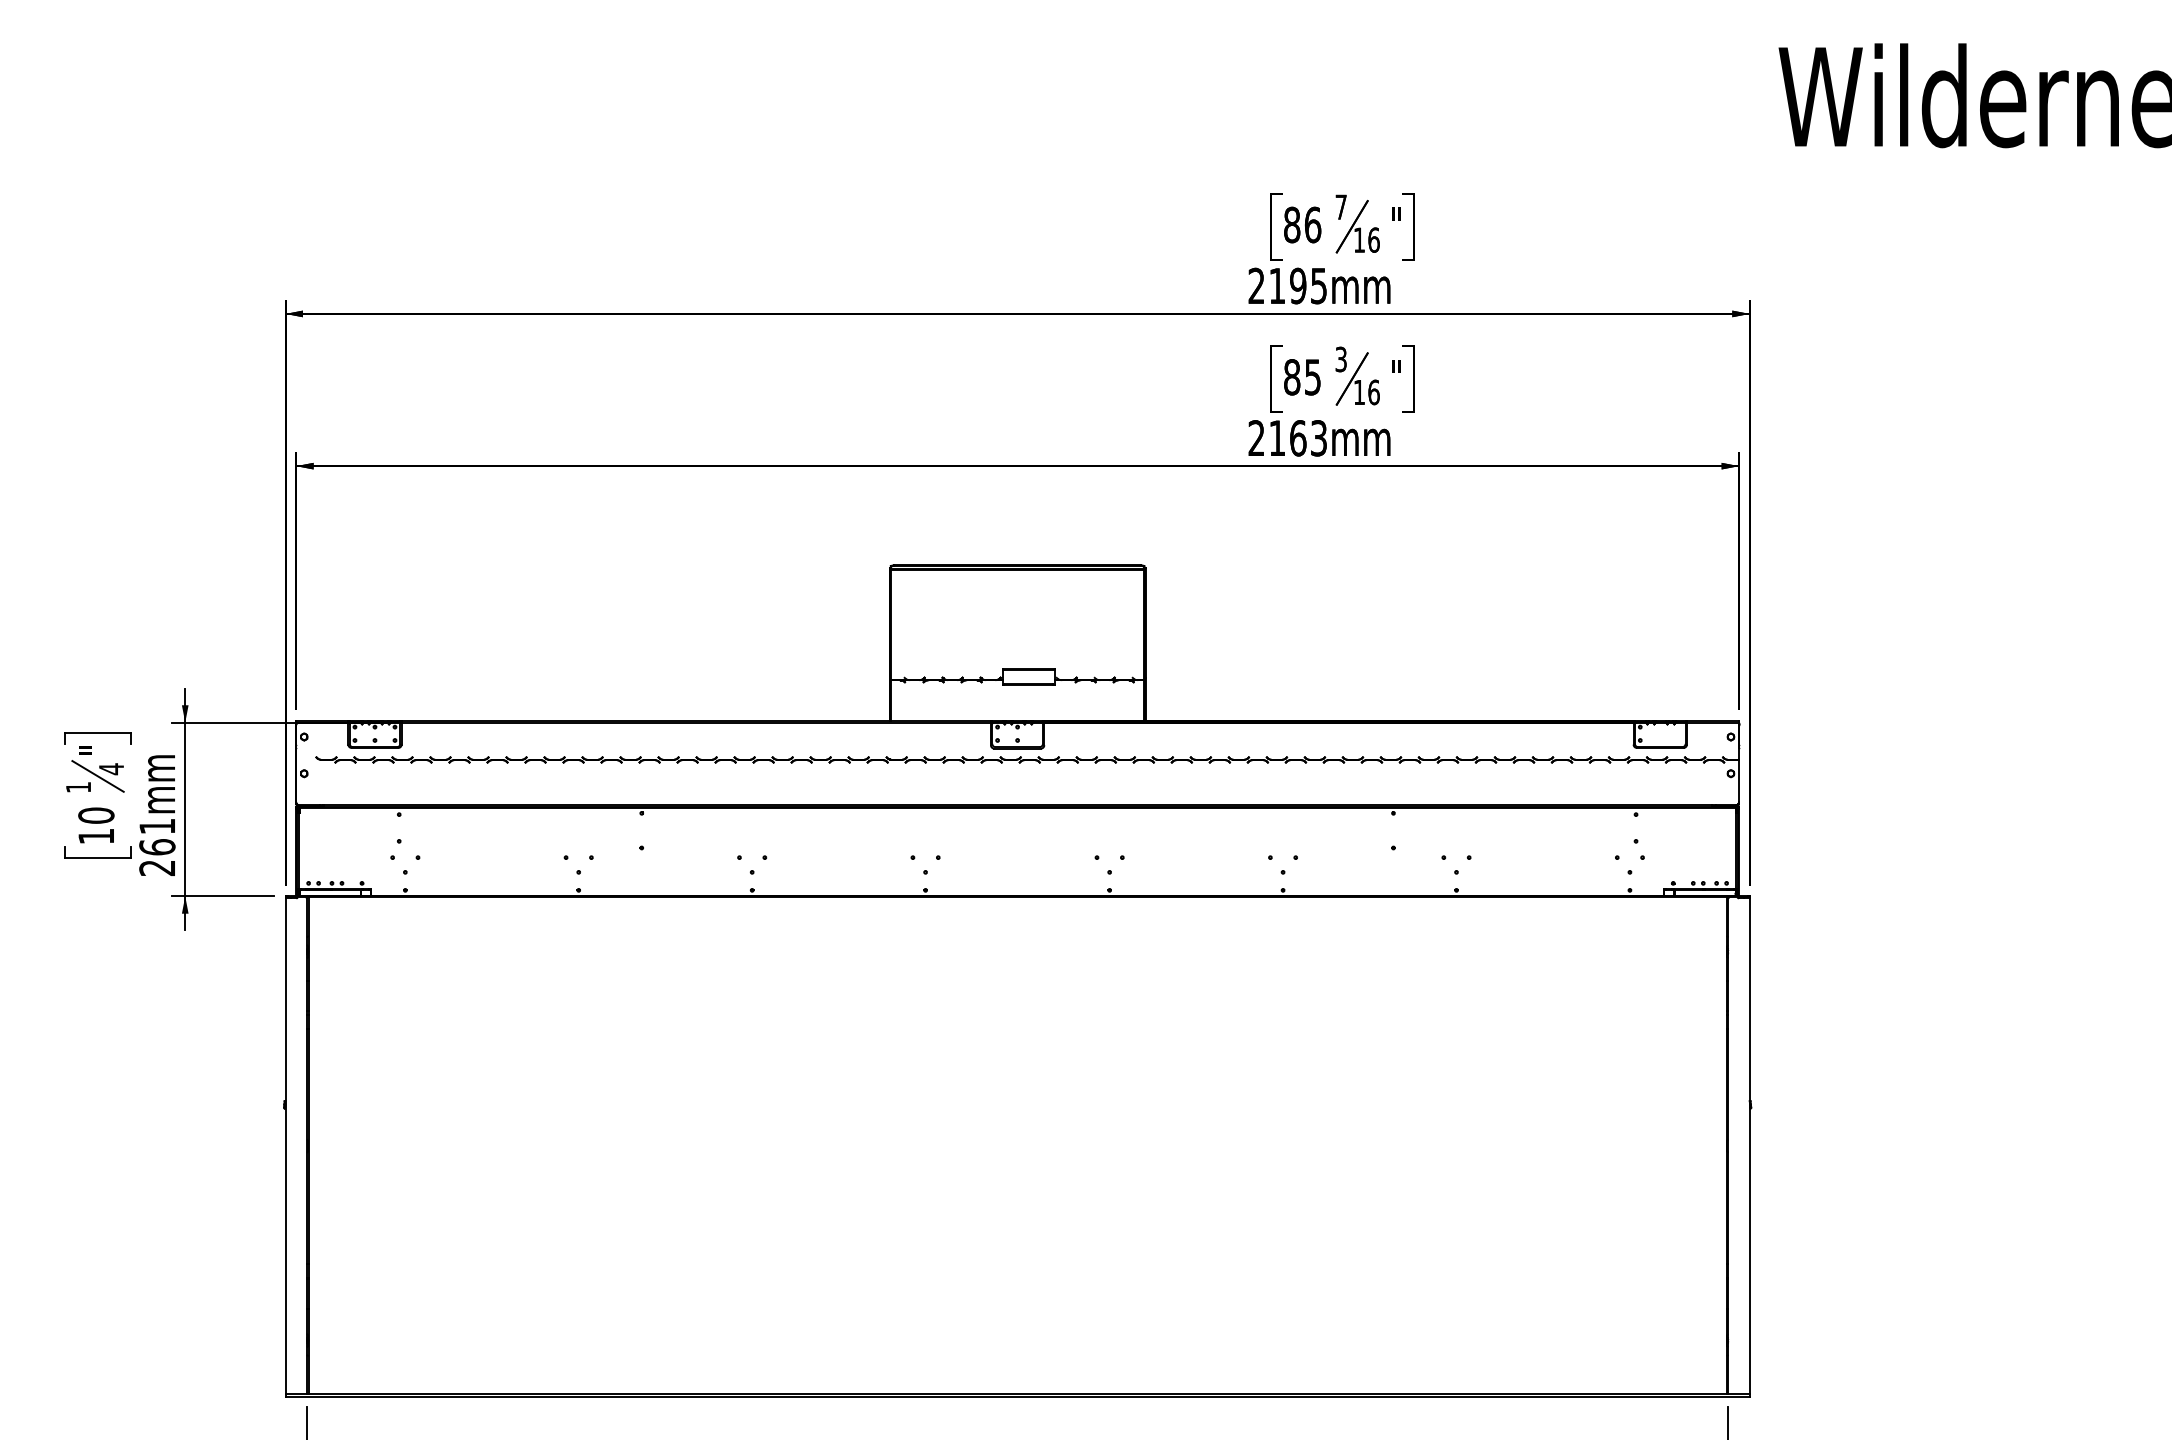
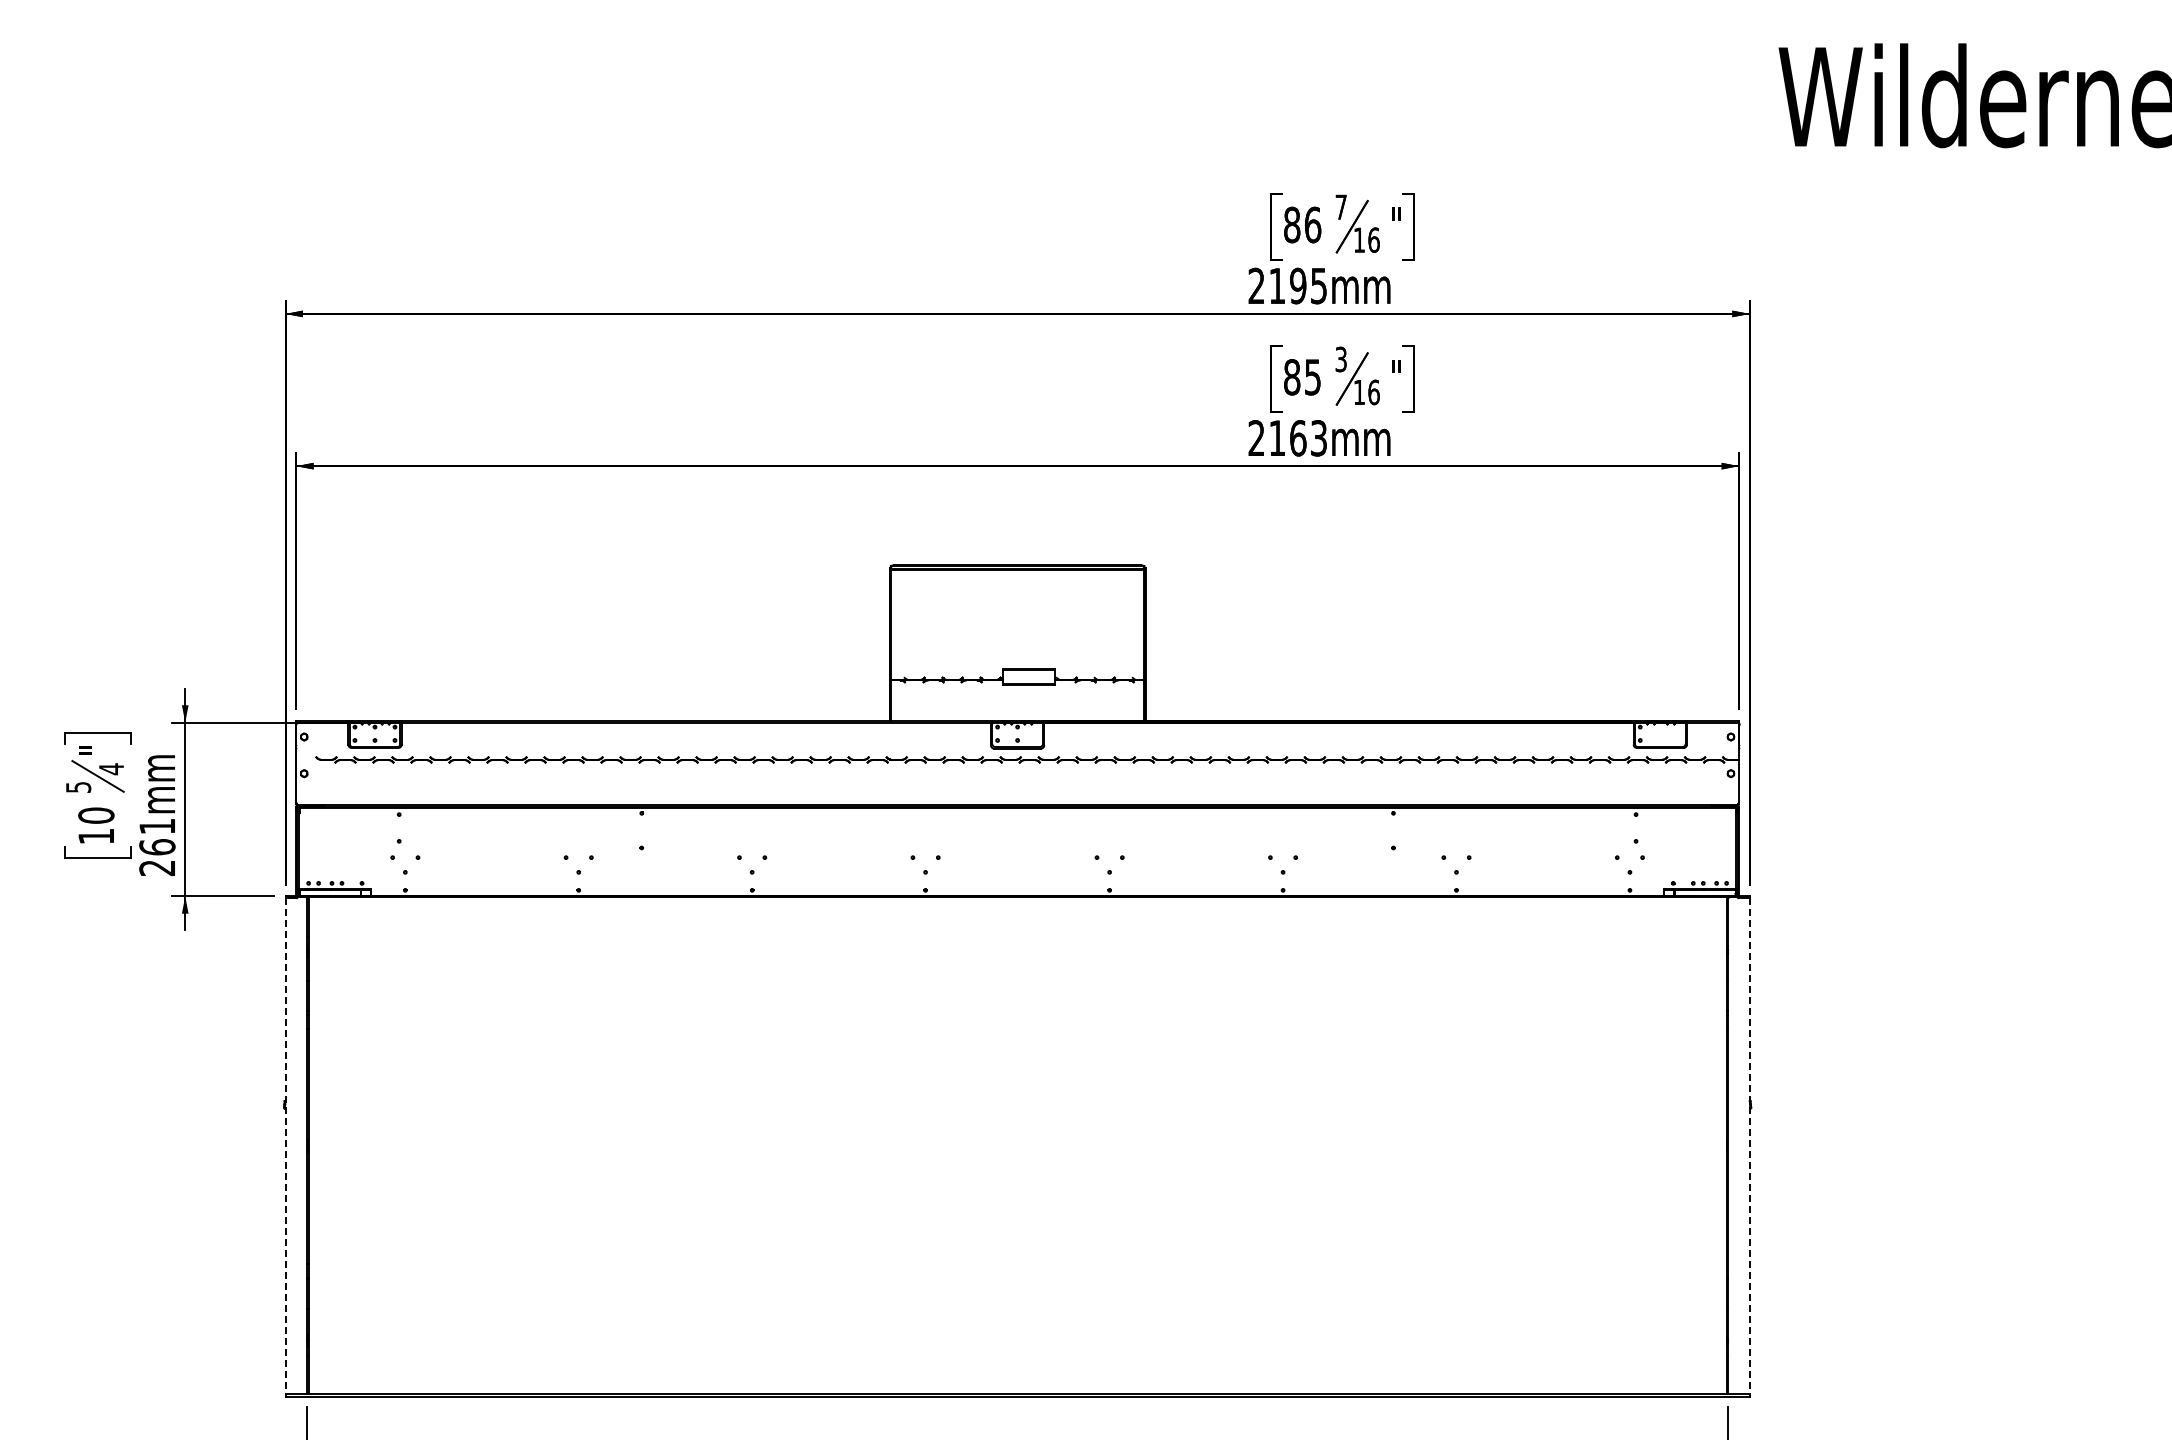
text at (78, 787): 1 -> 5
line at (285, 1146): solid -> dashed
line at (1749, 1146): solid -> dashed
